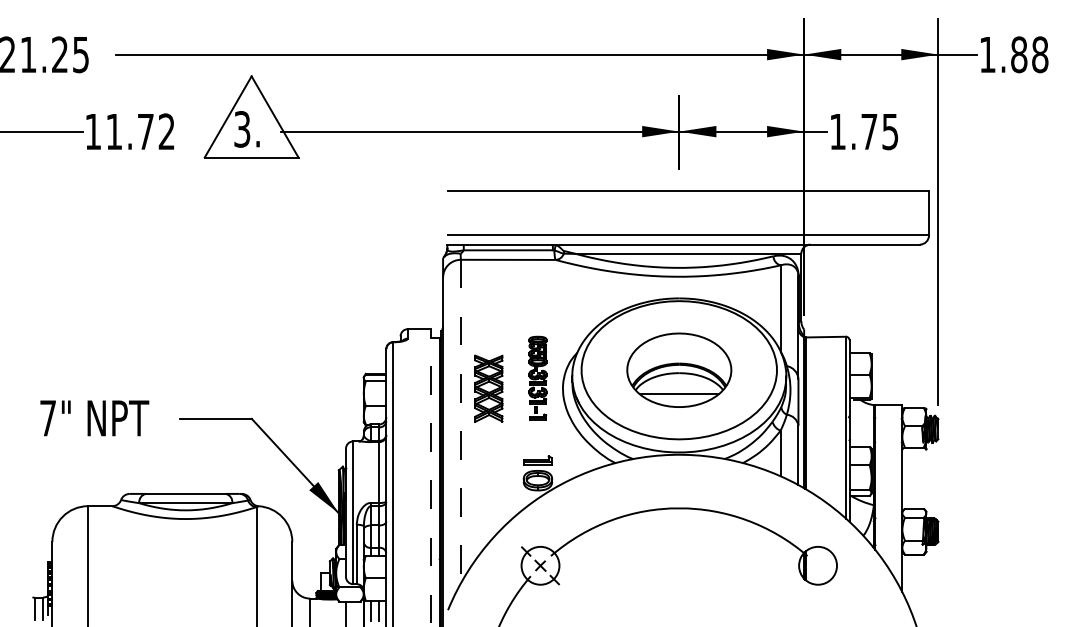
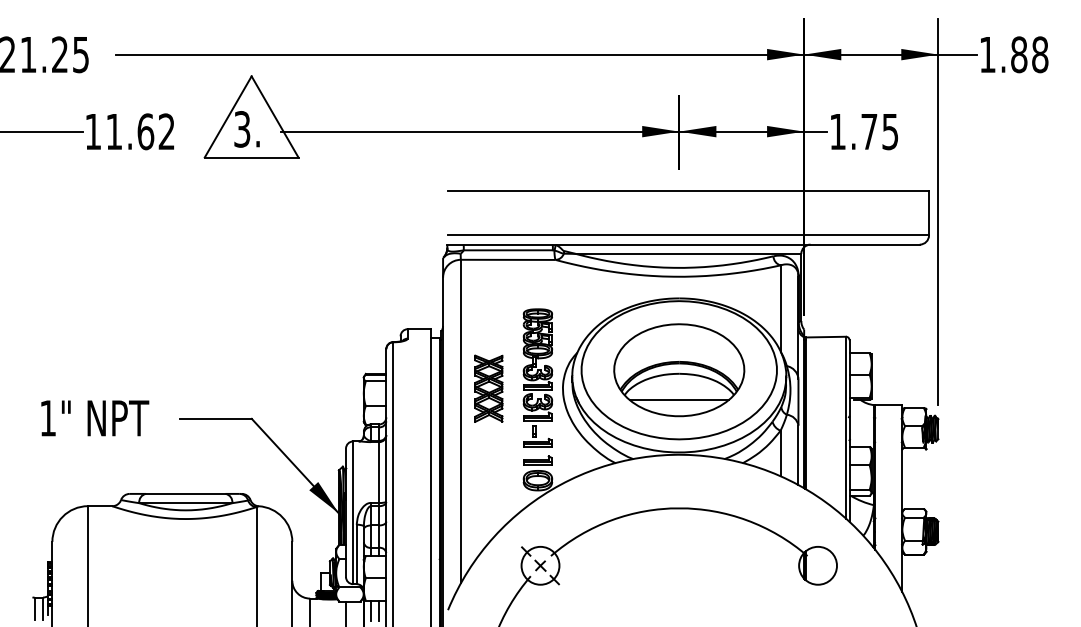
text at (145, 131): 11.72 -> 11.62
part at (679, 369) size: 107x76 px -> 133x95 px
part at (537, 377) size: 20x86 px -> 32x140 px
text at (47, 418): 7" -> 1"
line at (460, 421): dashed -> solid
line at (431, 477): dashed -> solid
